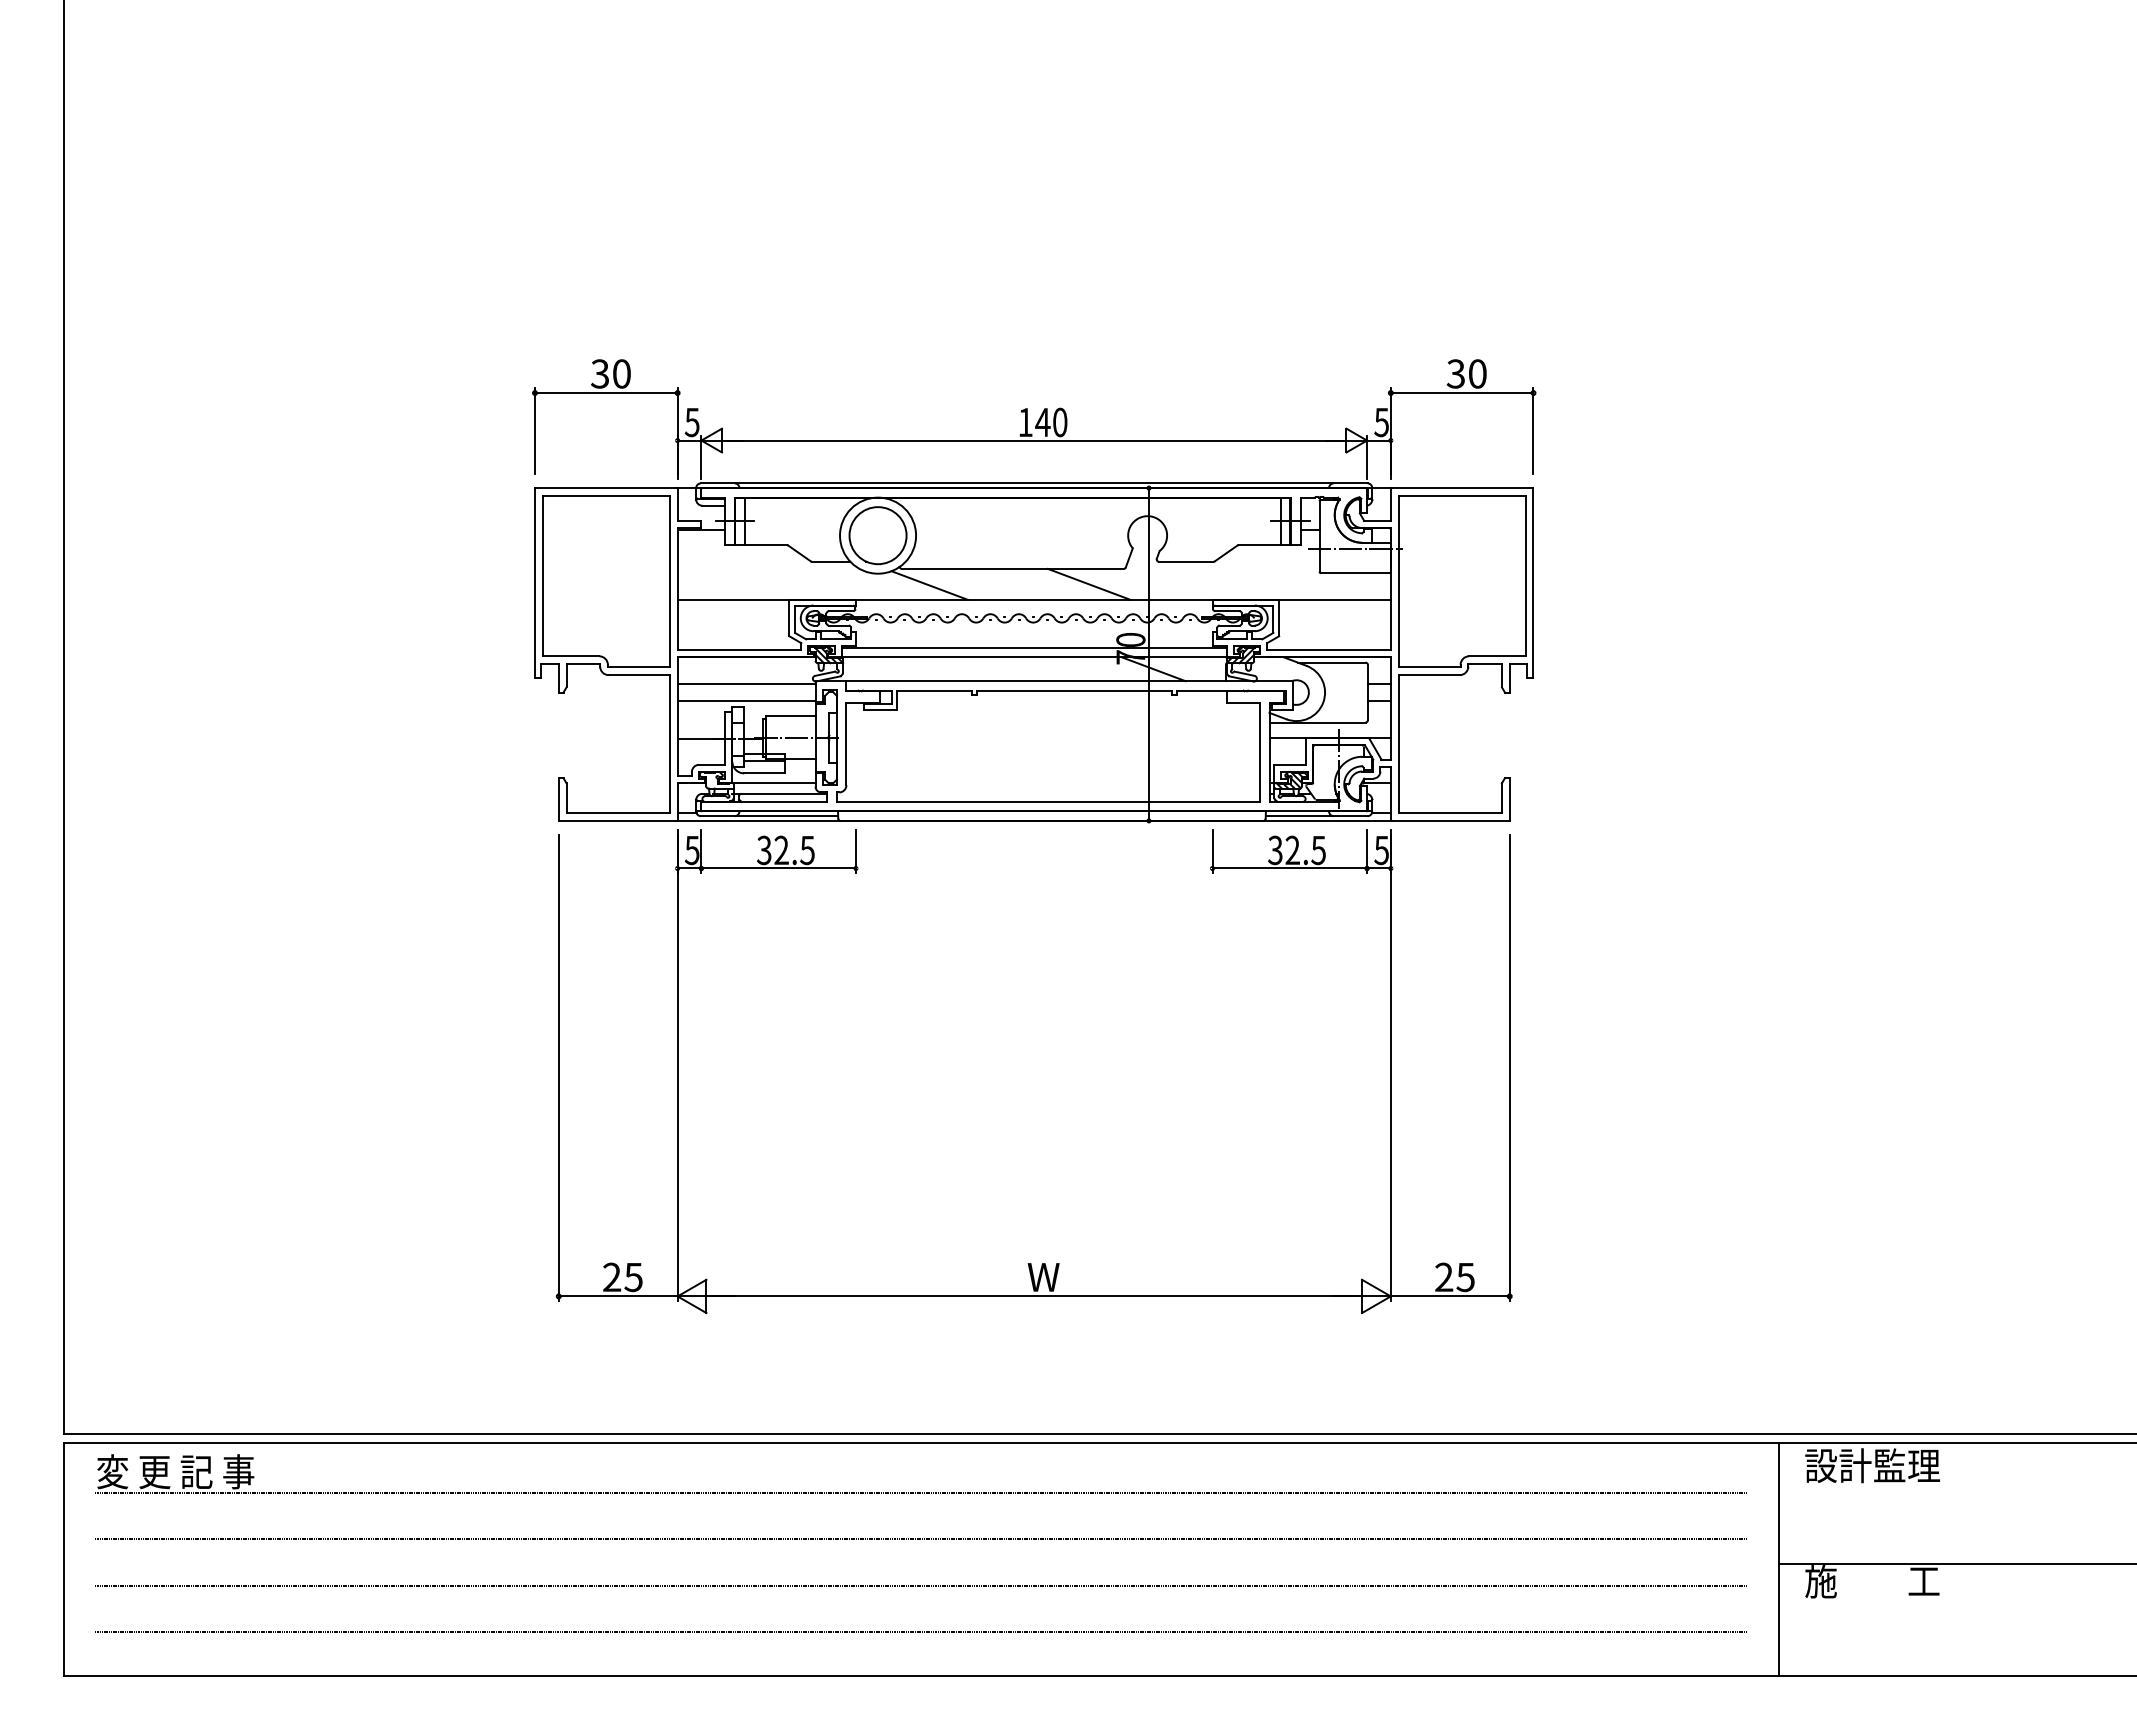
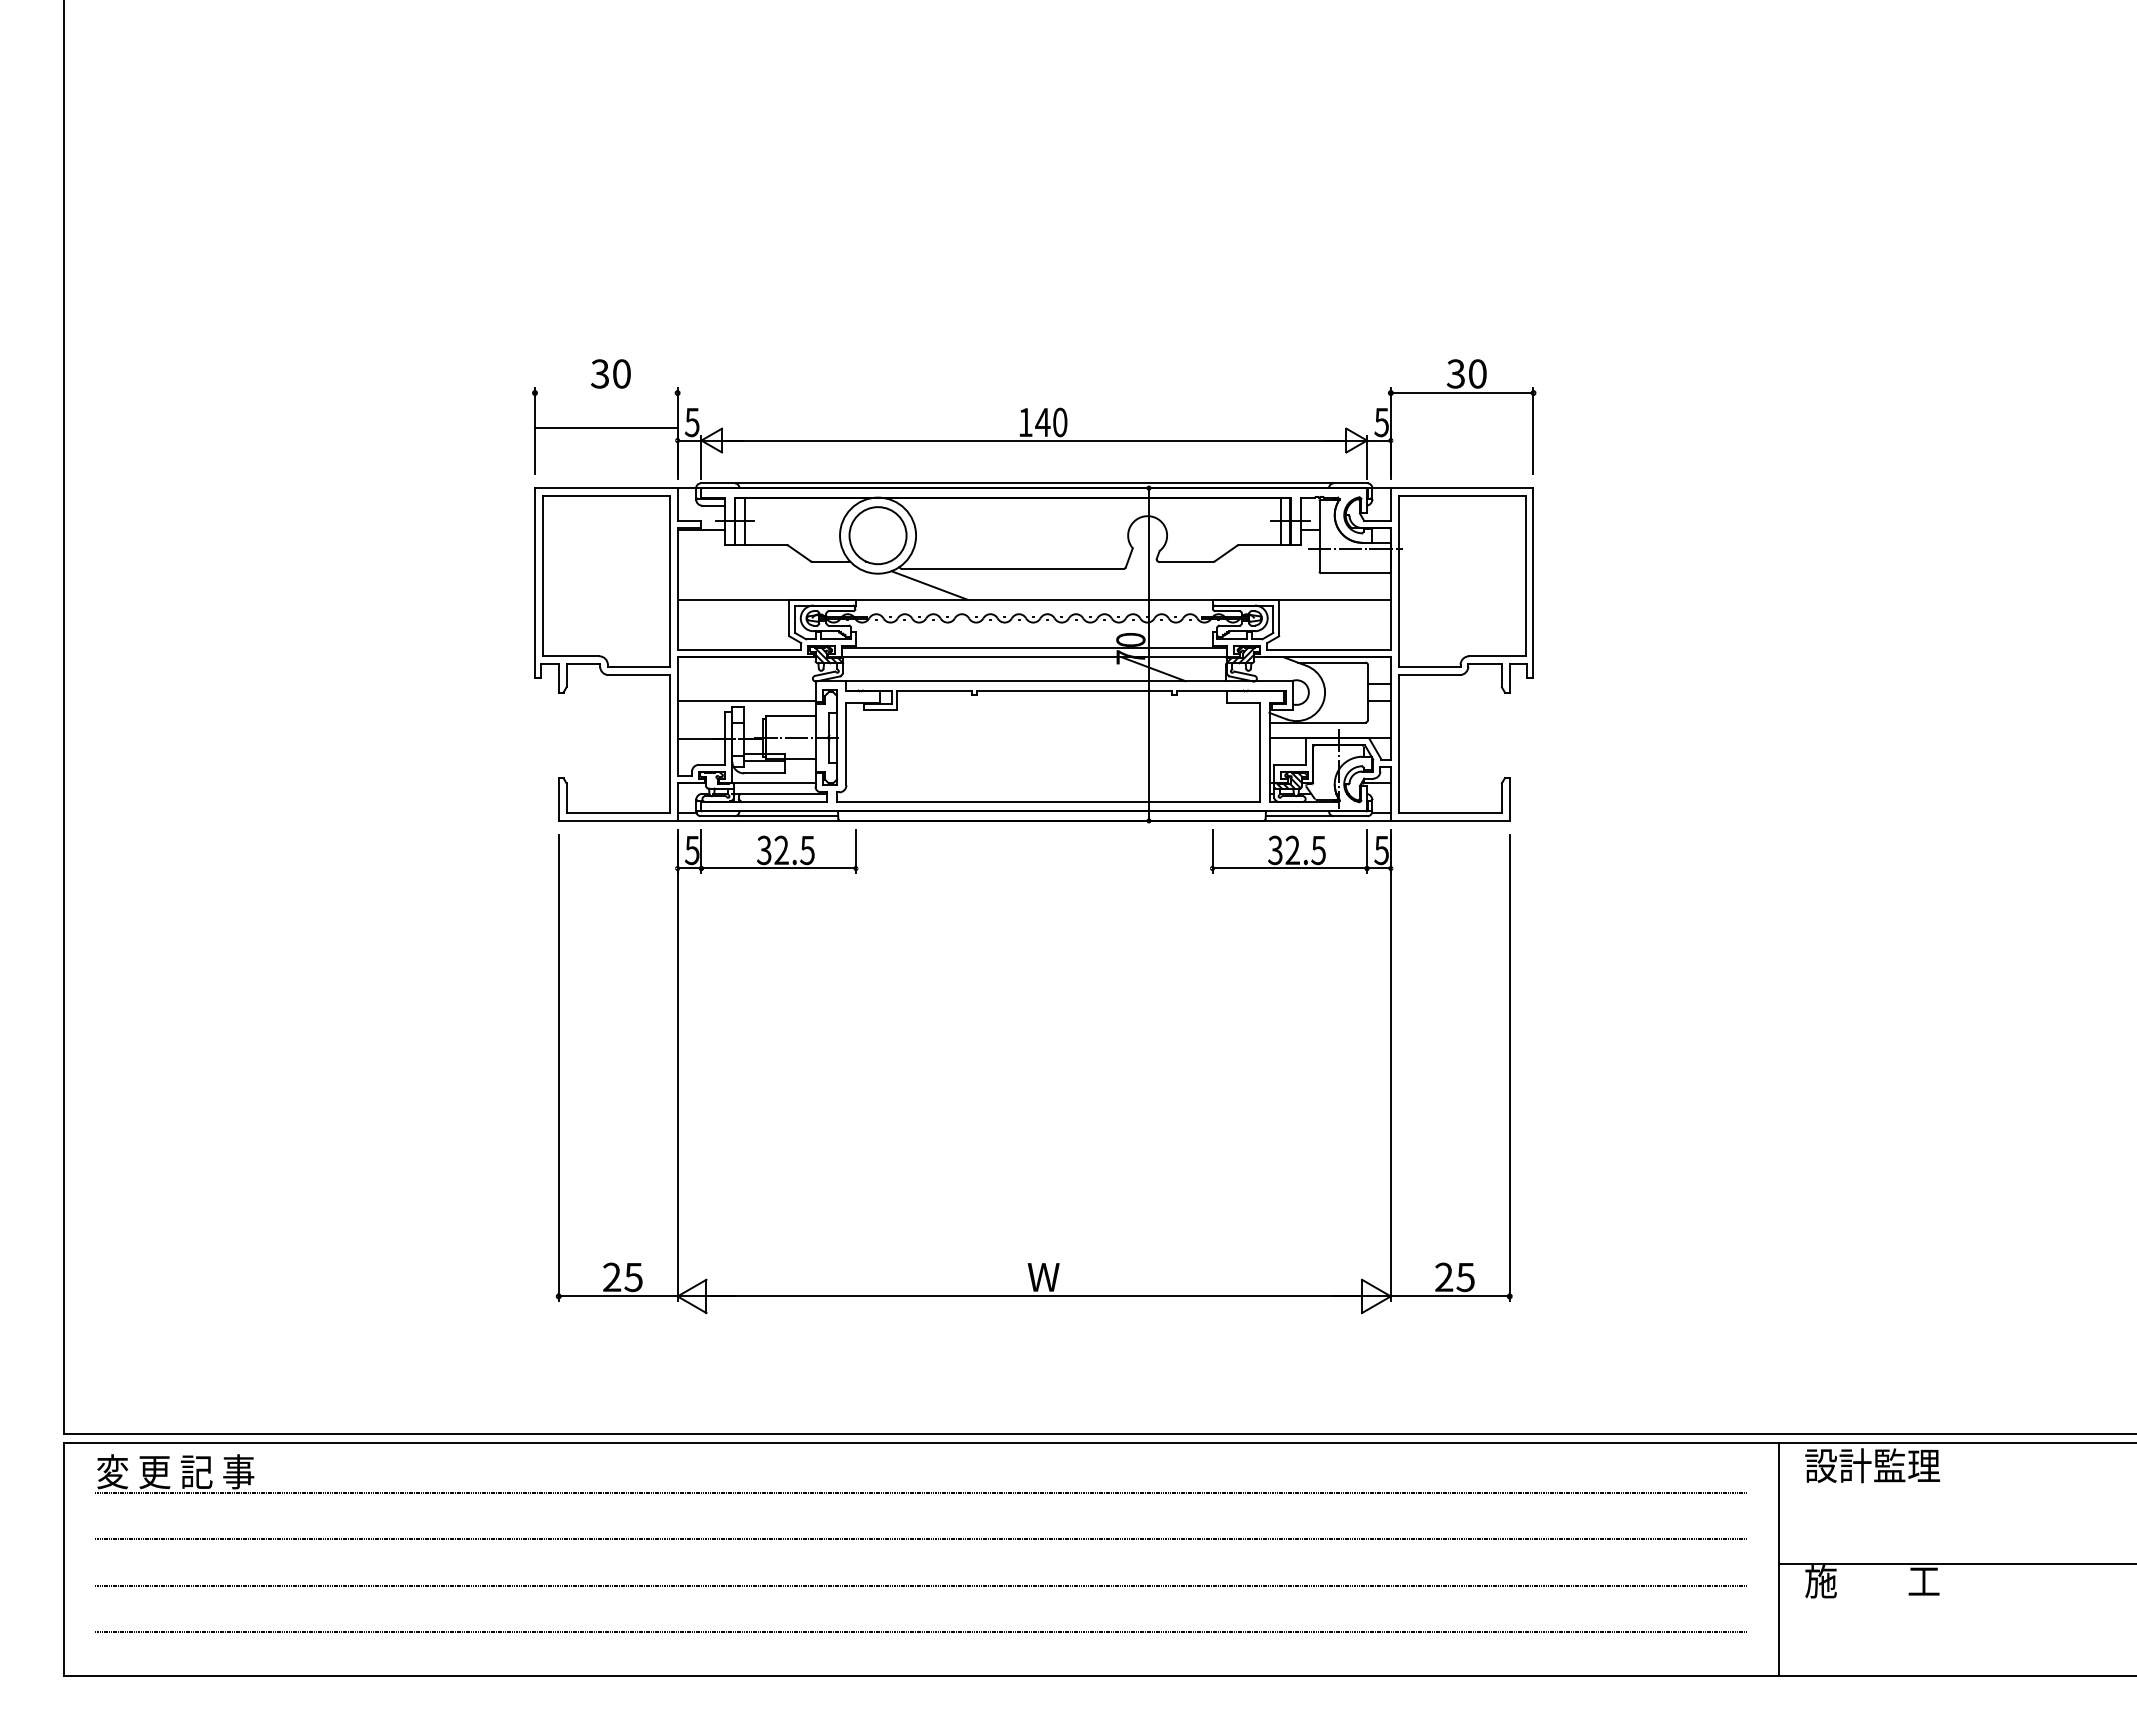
line at (606, 393) position: (606, 393) -> (606, 428)
line at (1089, 583): present -> none
line at (746, 684): present -> none
